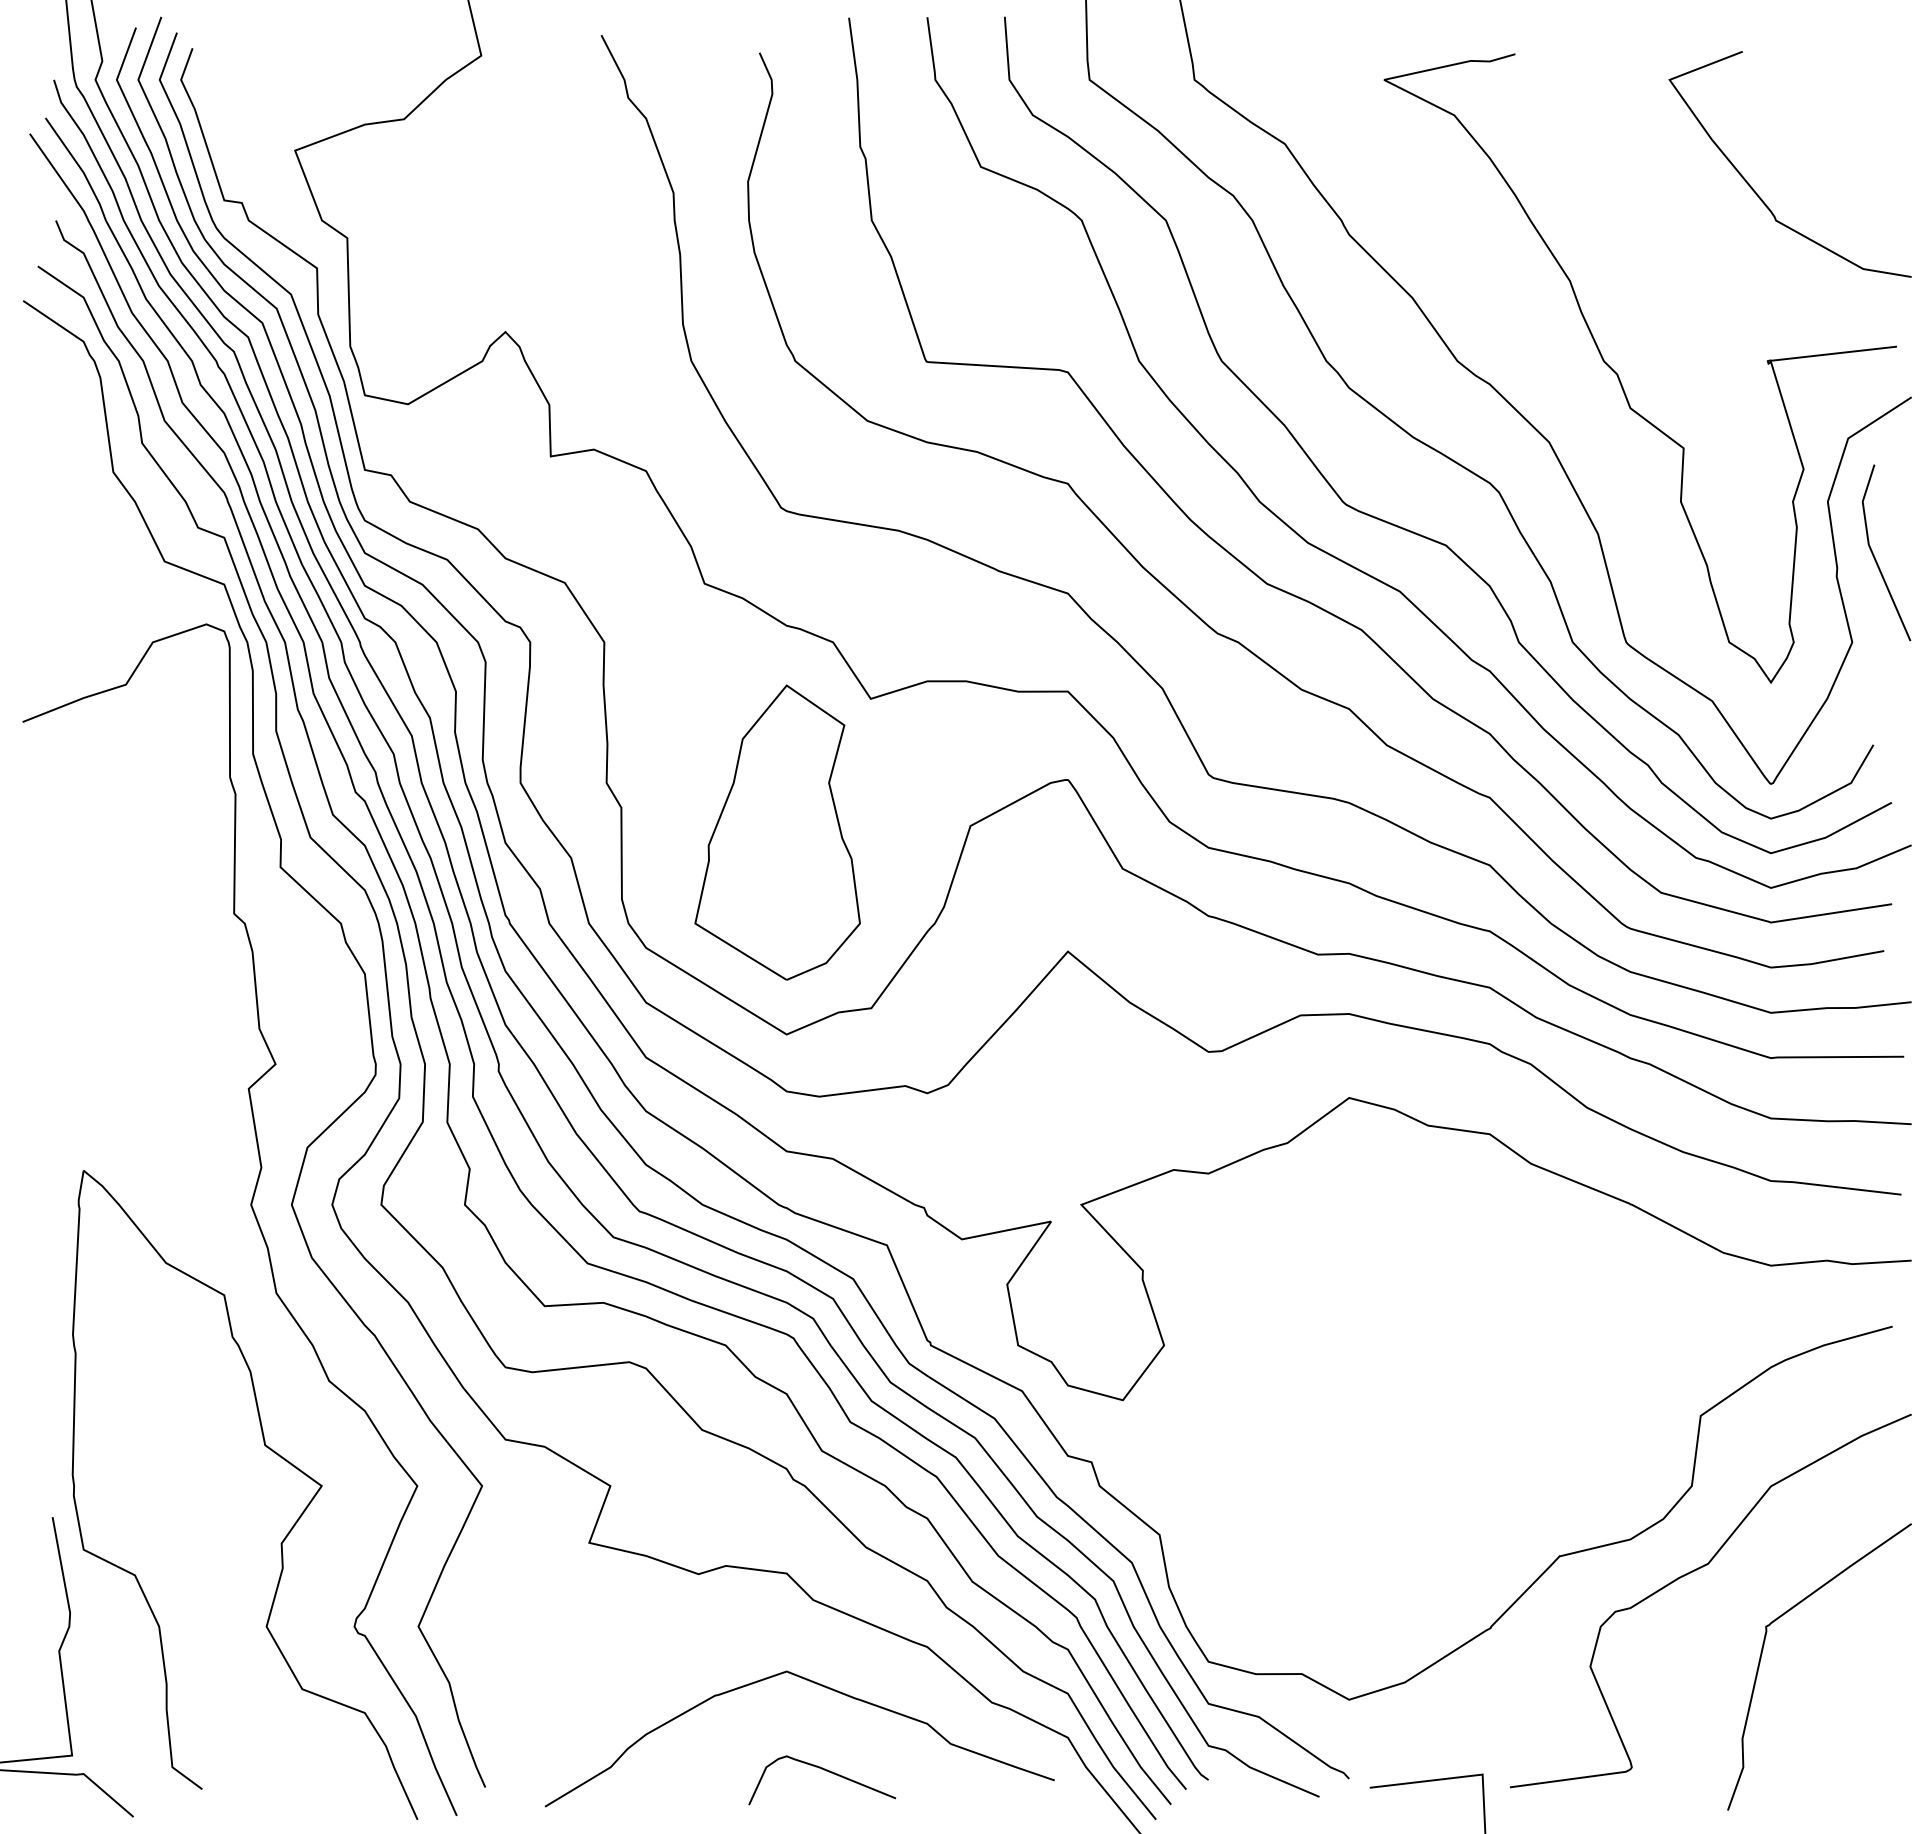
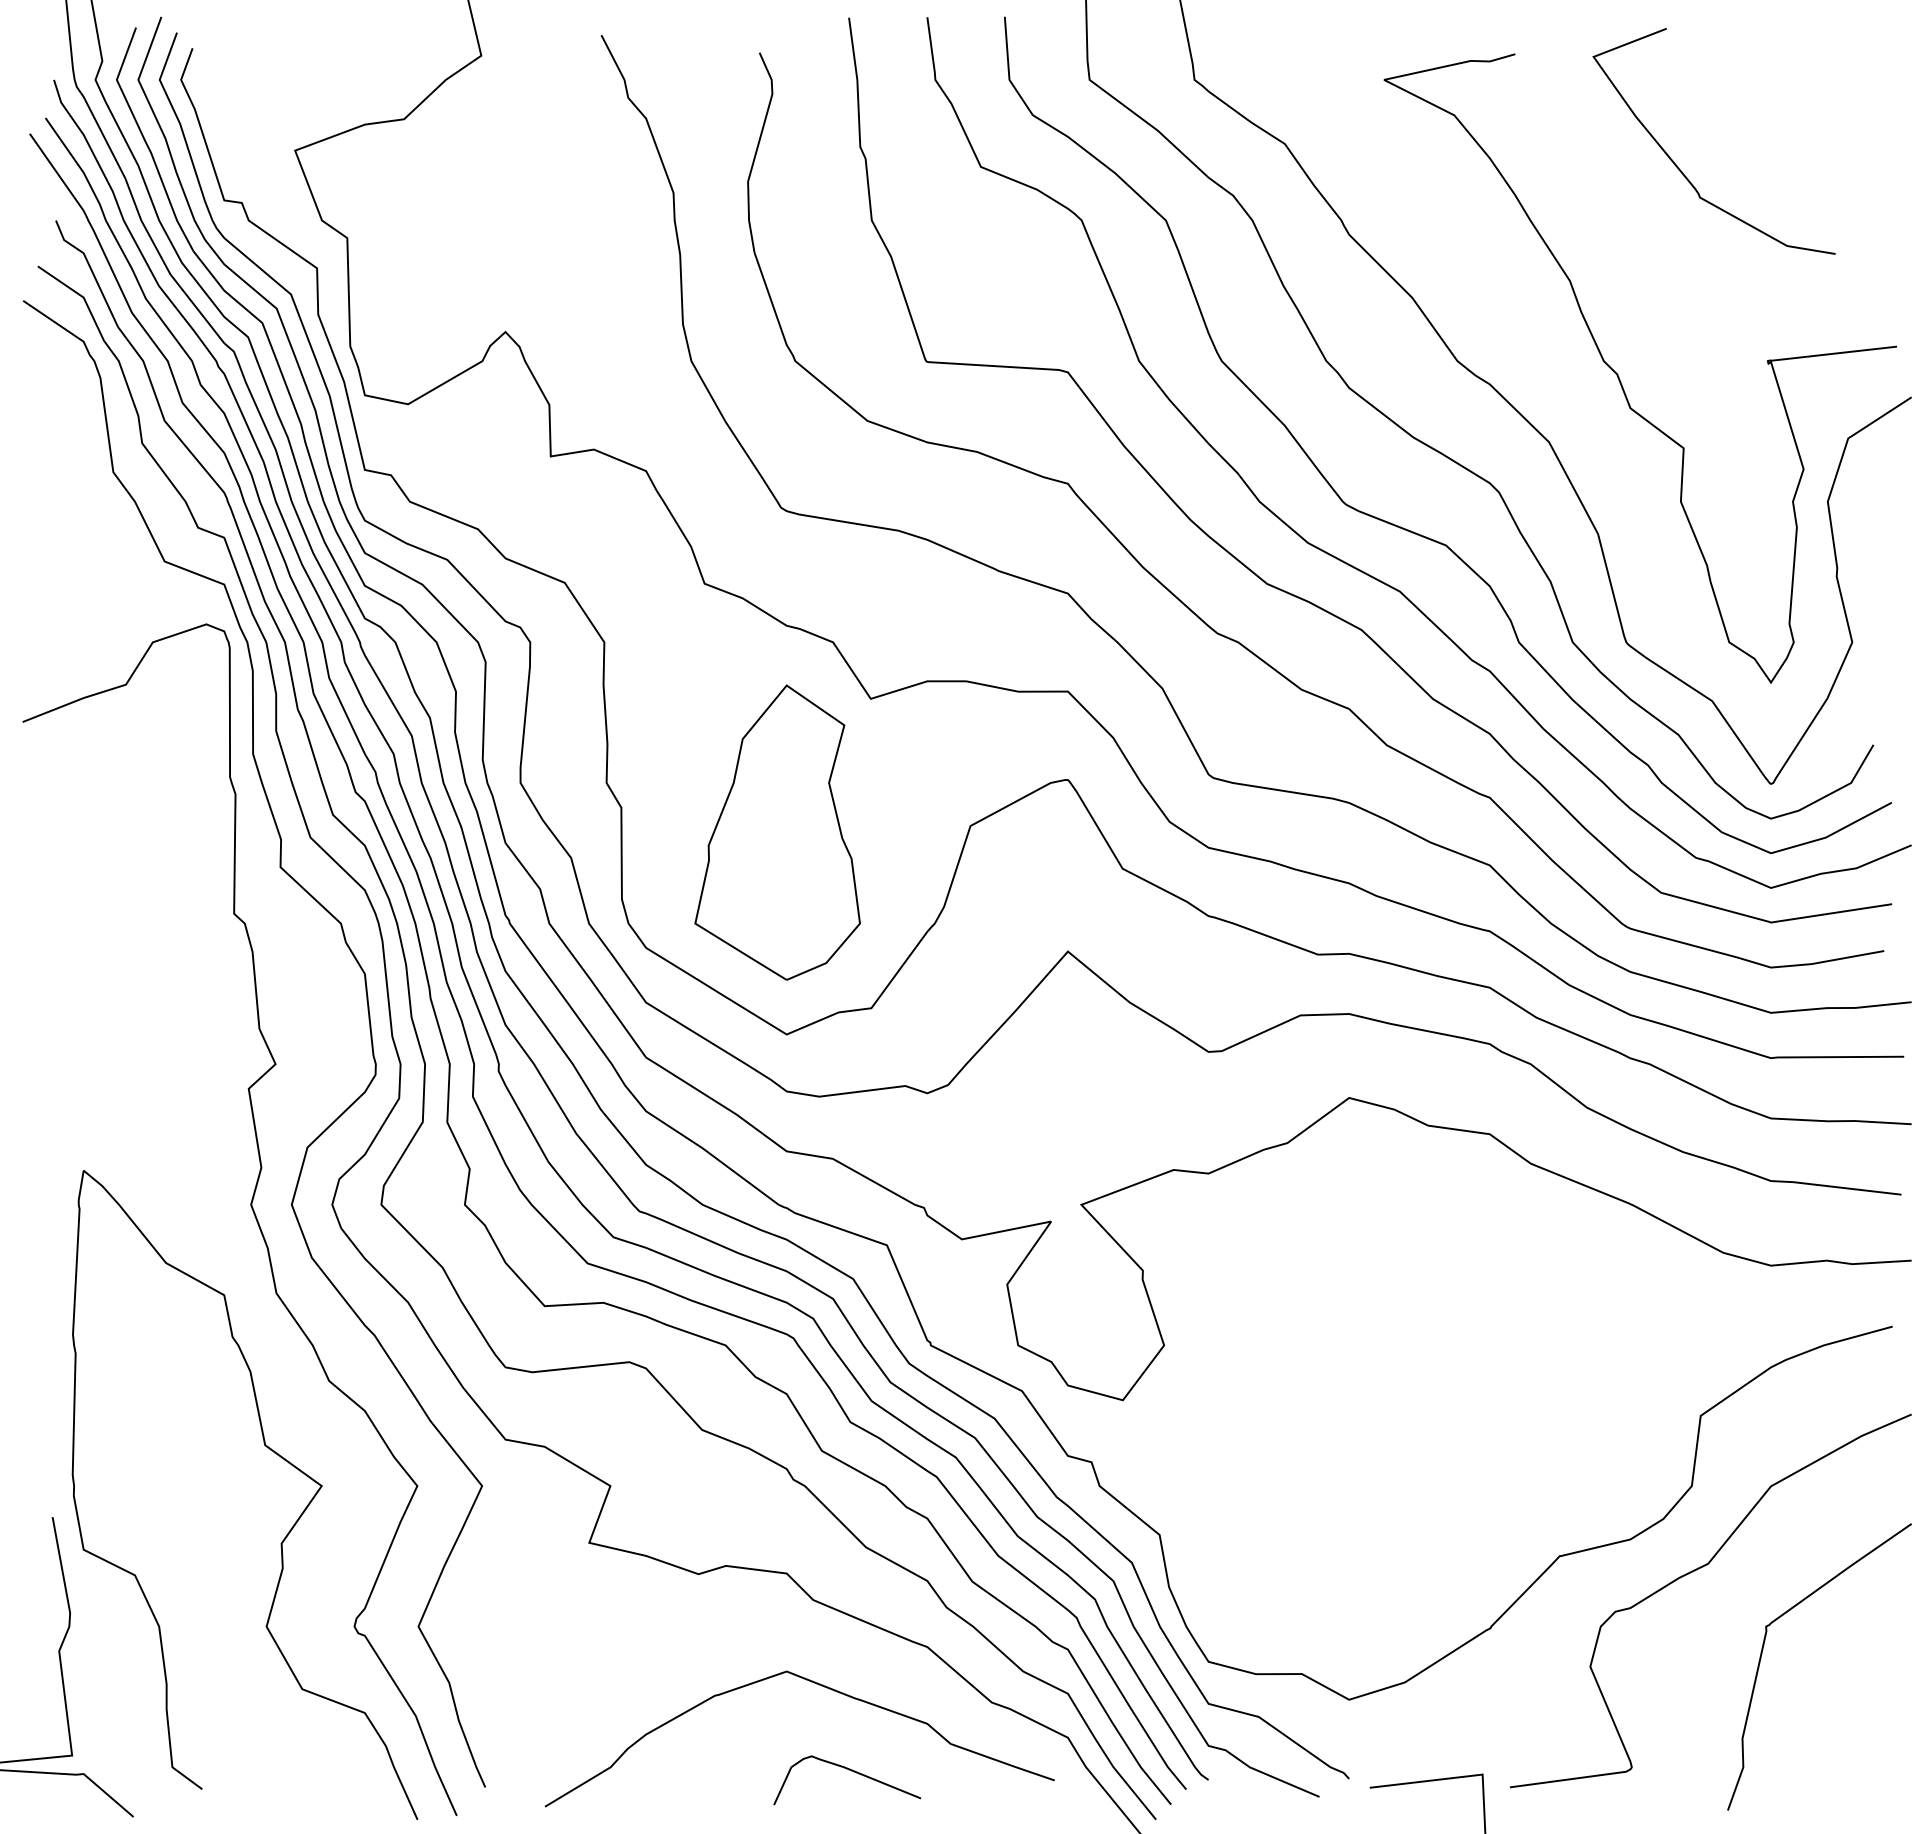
curve at (1754, 189) position: (1754, 189) -> (1678, 166)
line at (1875, 557): present -> none
curve at (826, 1771) position: (826, 1771) -> (851, 1771)
